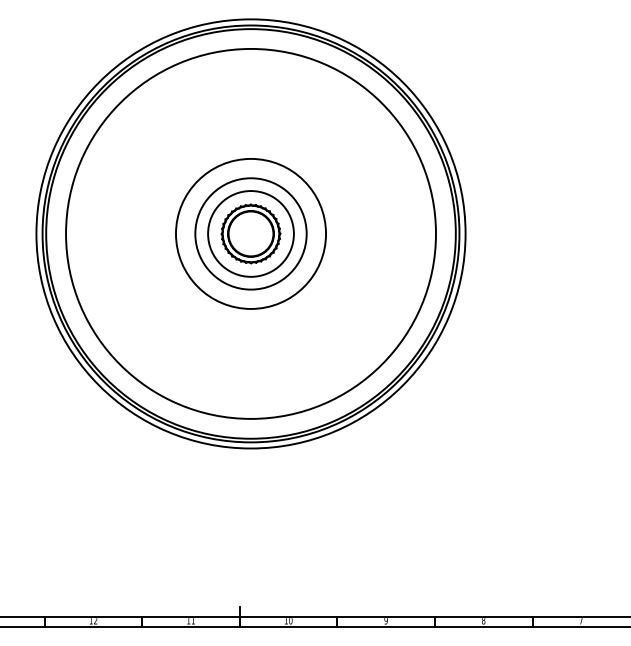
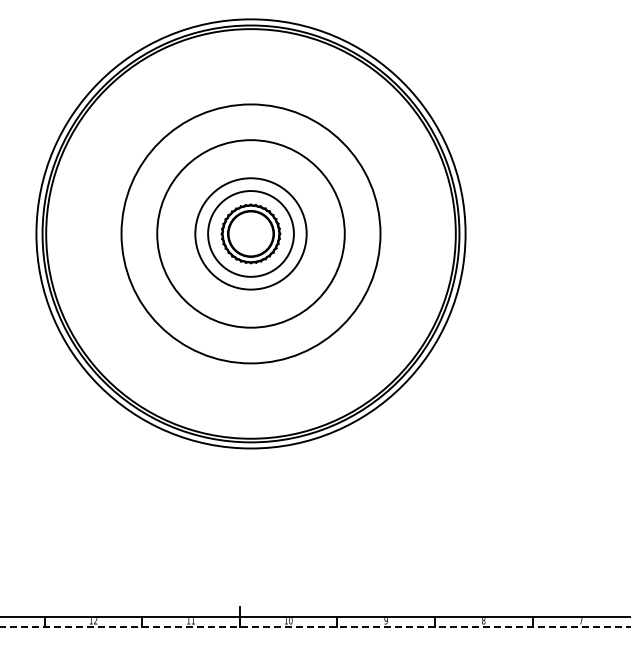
circle at (250, 233) diameter: 150 px -> 188 px
circle at (250, 233) diameter: 370 px -> 259 px
line at (314, 626): solid -> dashed
